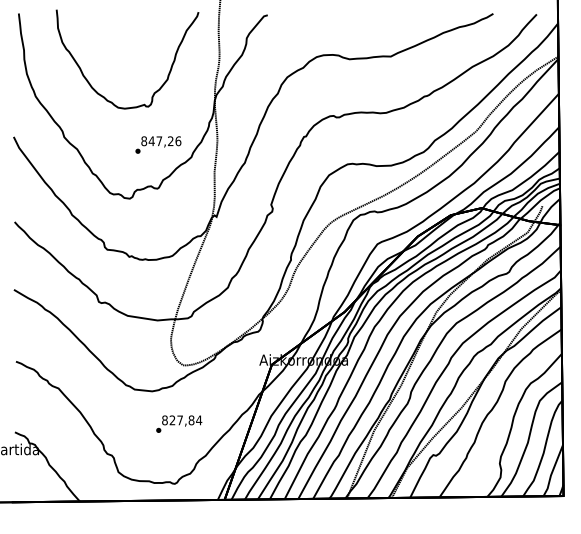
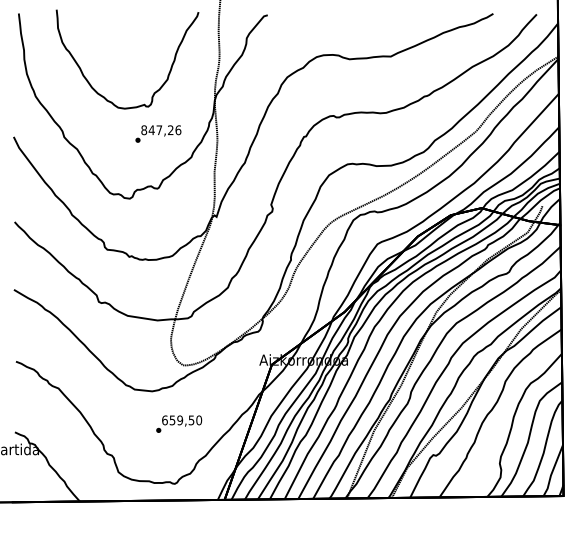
text at (158, 144) position: (158, 144) -> (158, 133)
text at (182, 420): 827,84 -> 659,50
